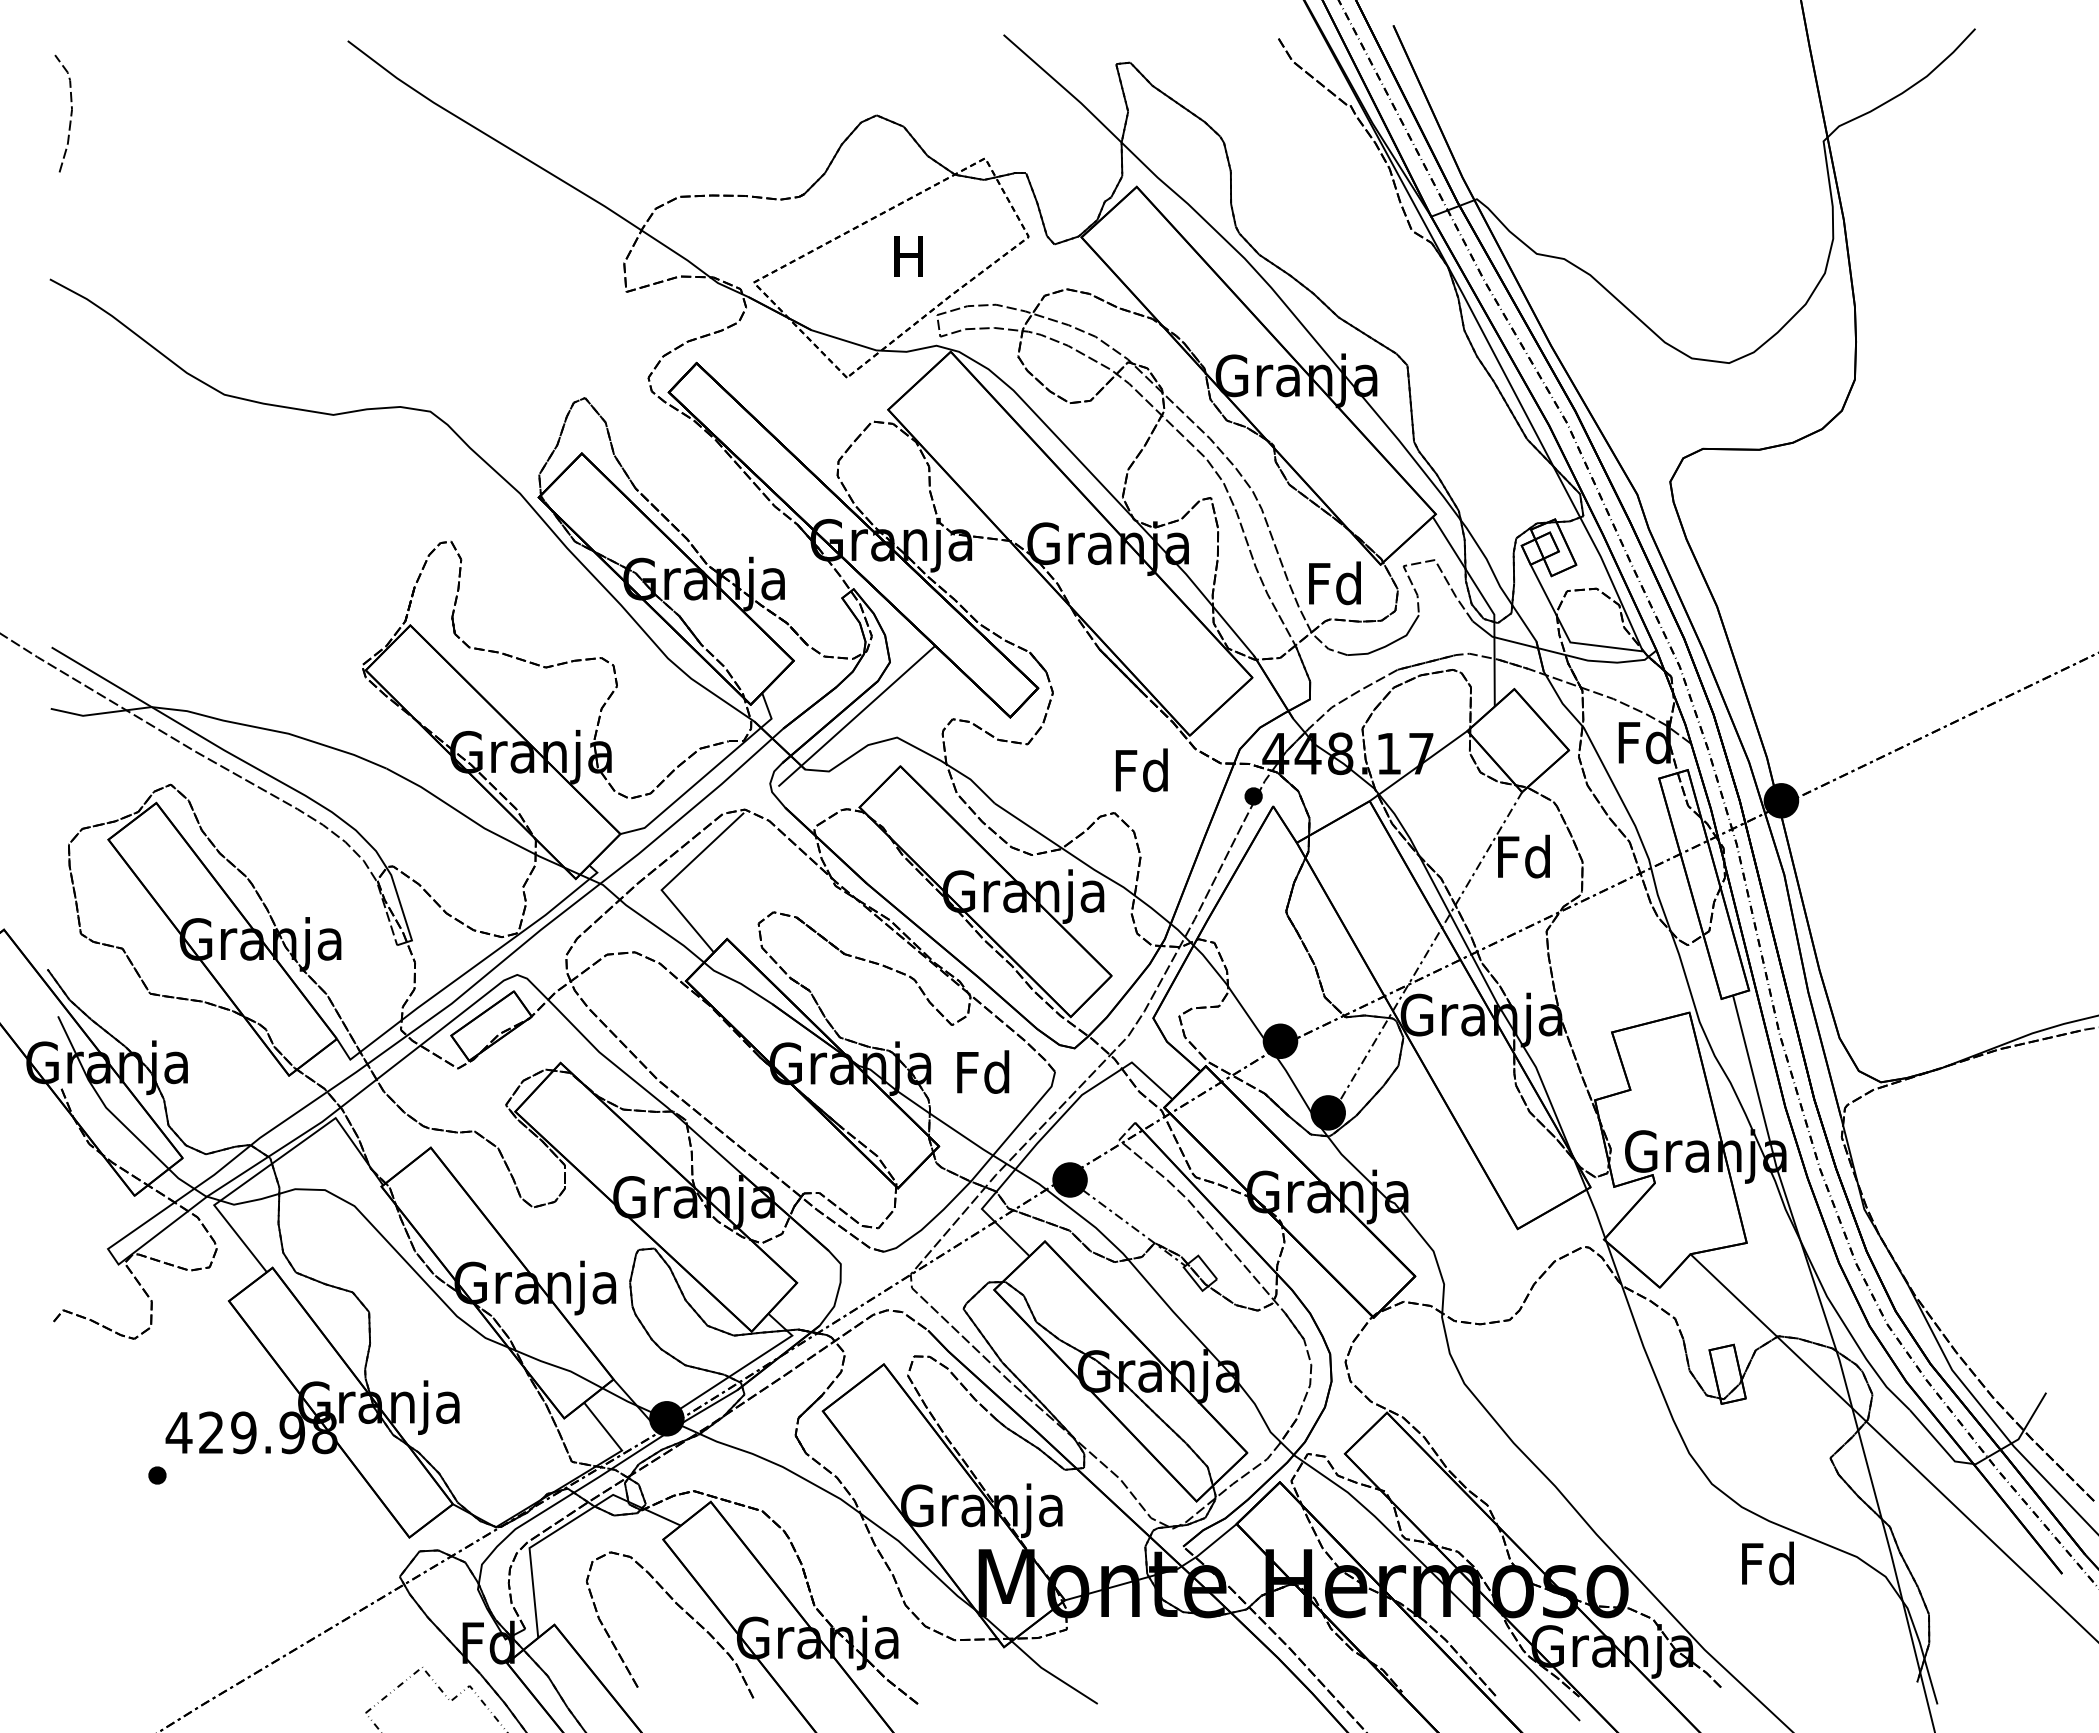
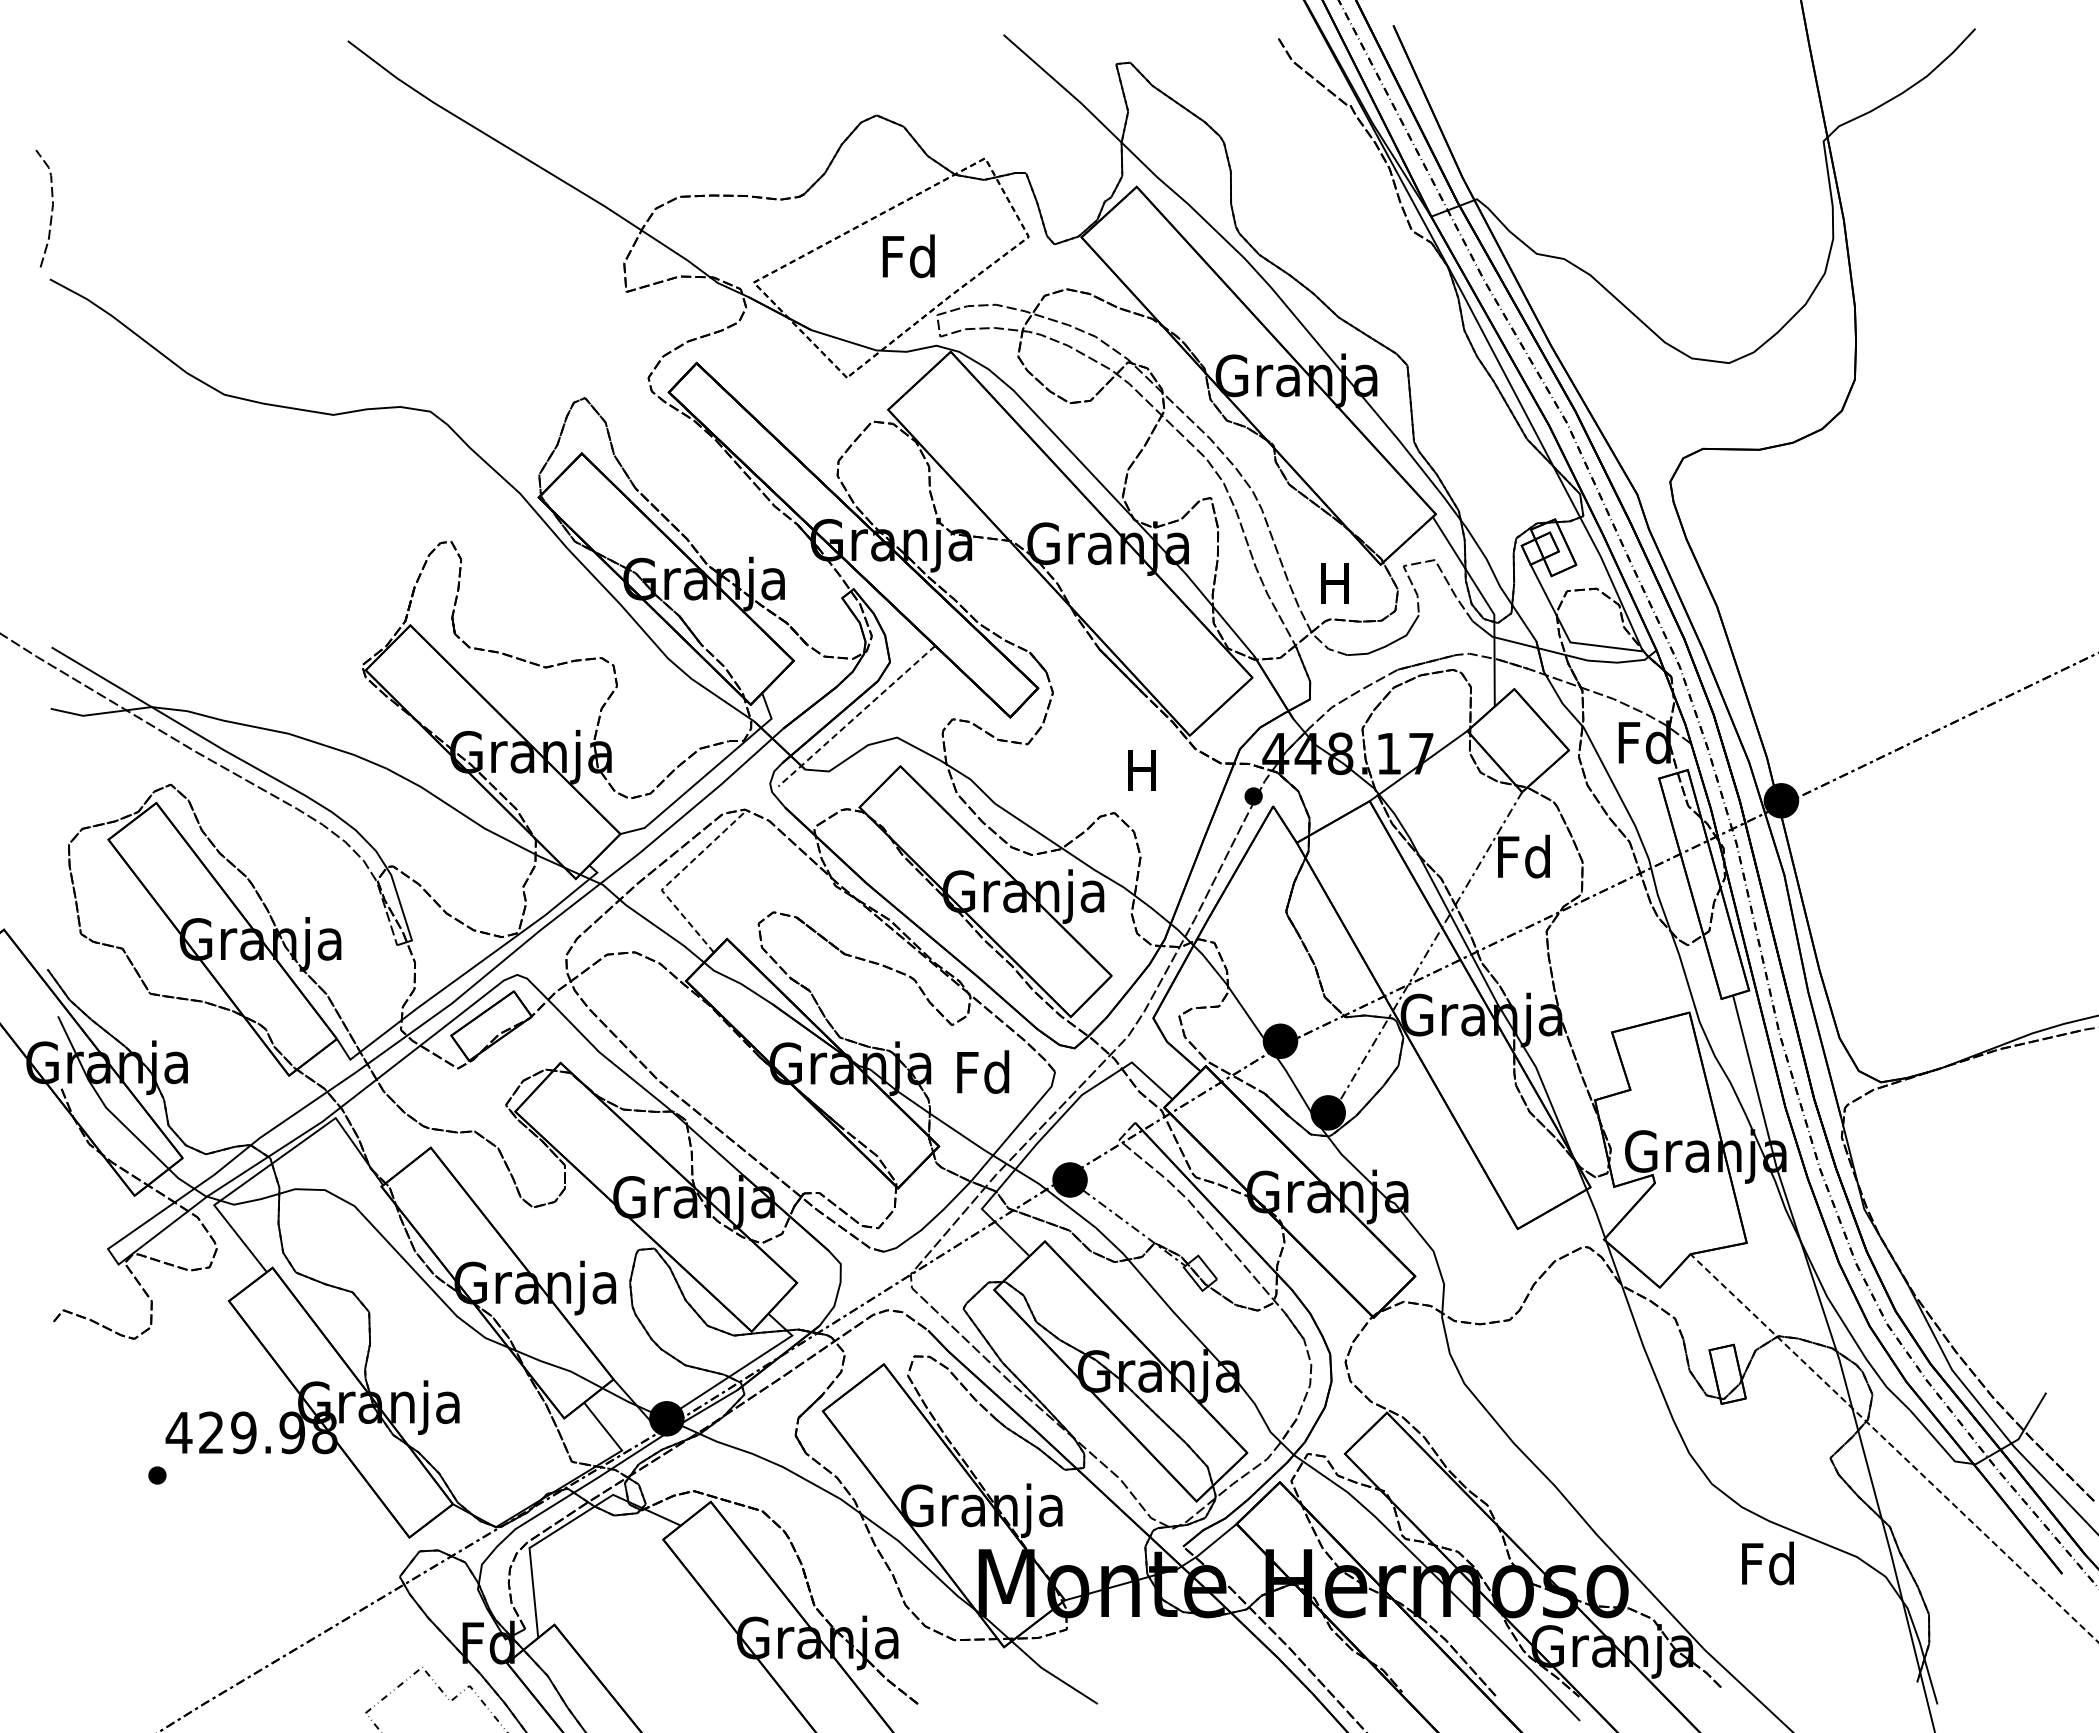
curve at (70, 113) position: (70, 113) -> (51, 208)
text at (908, 256): H -> Fd
text at (1334, 583): Fd -> H
line at (856, 716): solid -> dashed
text at (1141, 770): Fd -> H
line at (672, 879): solid -> dashed
line at (1894, 1448): solid -> dashed
part at (681, 1609): present -> none
